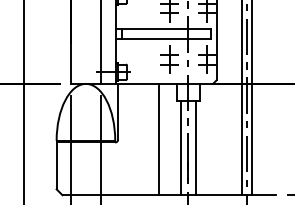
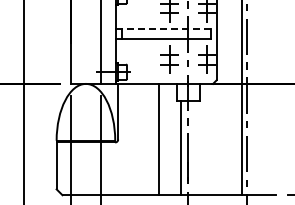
line at (166, 29): solid -> dashed
line at (251, 98): present -> none
line at (195, 148): present -> none
